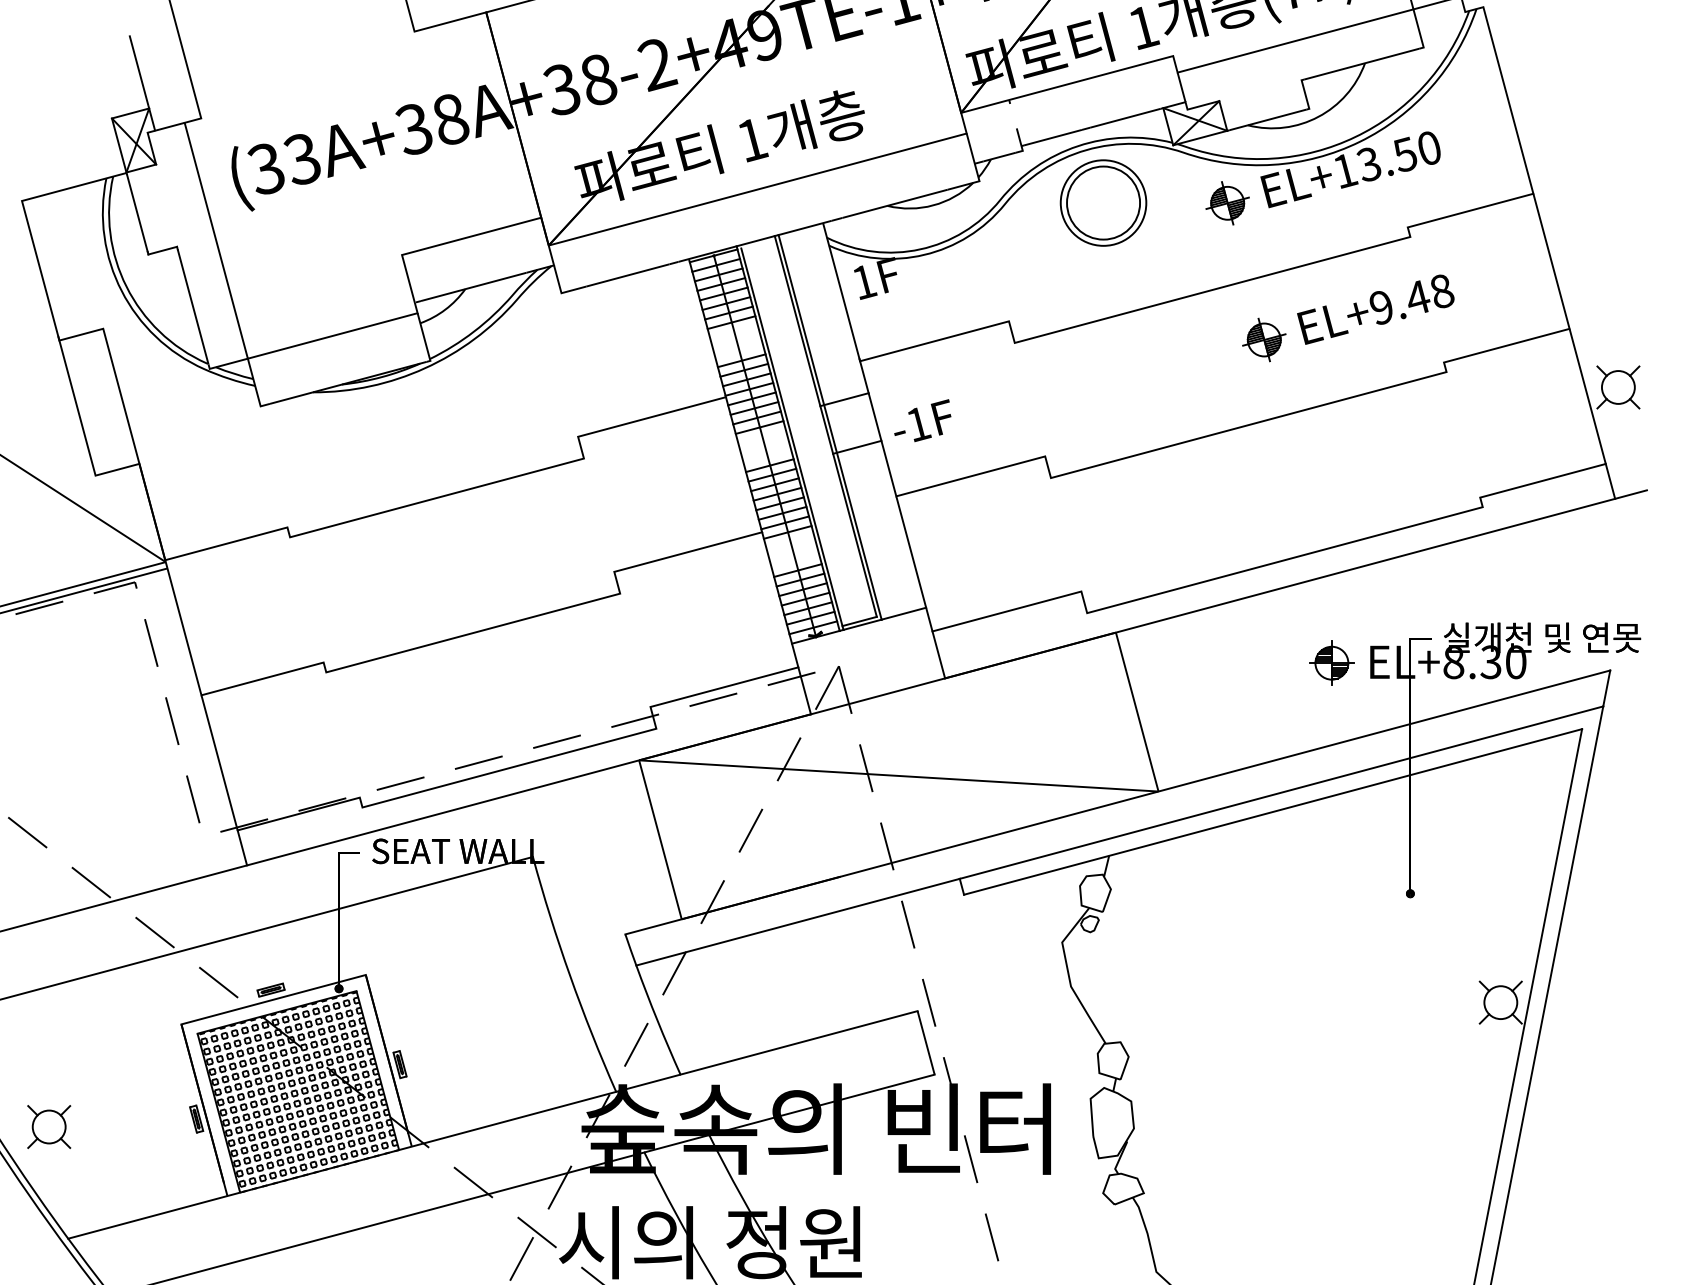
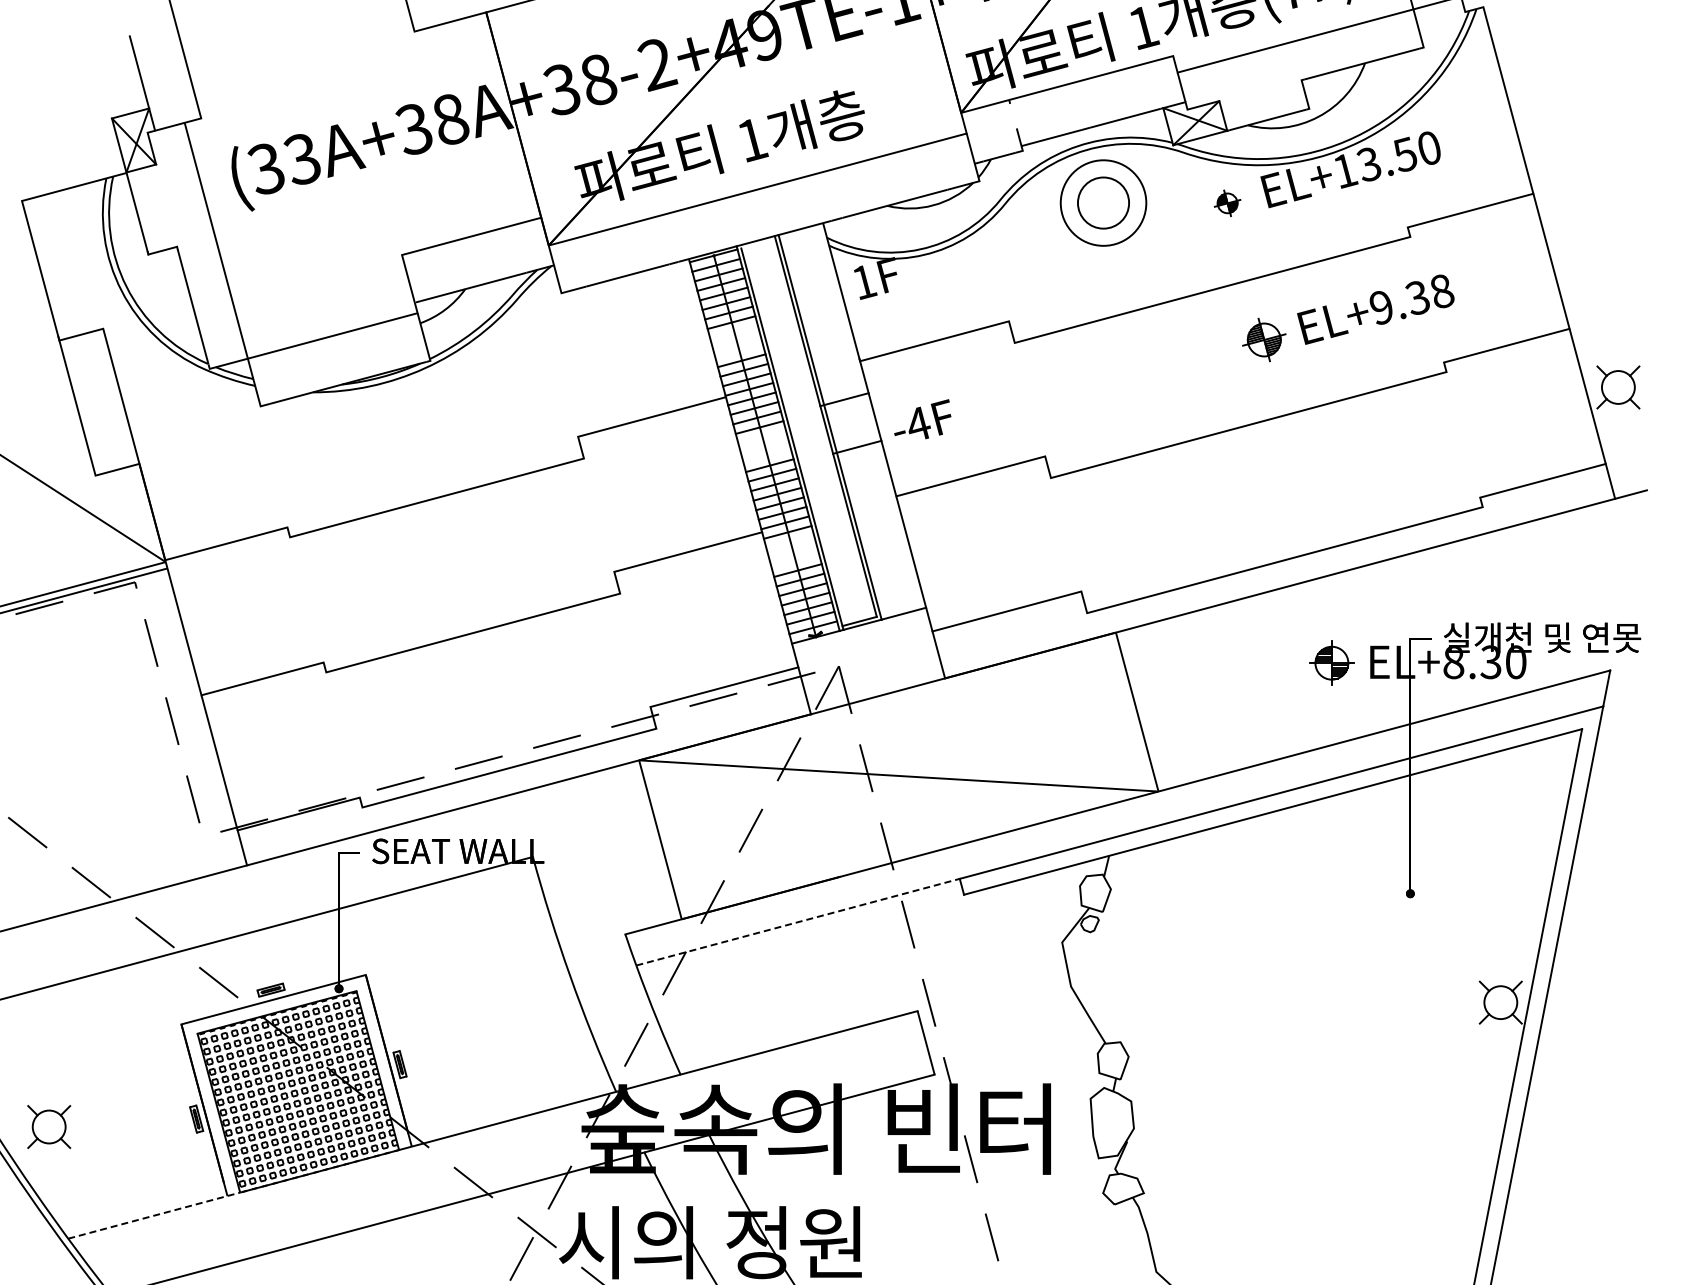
circle at (1103, 202) diameter: 73 px -> 51 px
part at (1227, 203) size: 45x45 px -> 29x29 px
text at (1417, 297): EL+9.48 -> EL+9.38
text at (919, 424): -1F -> -4F
line at (798, 922): solid -> dashed
line at (154, 1215): solid -> dashed
